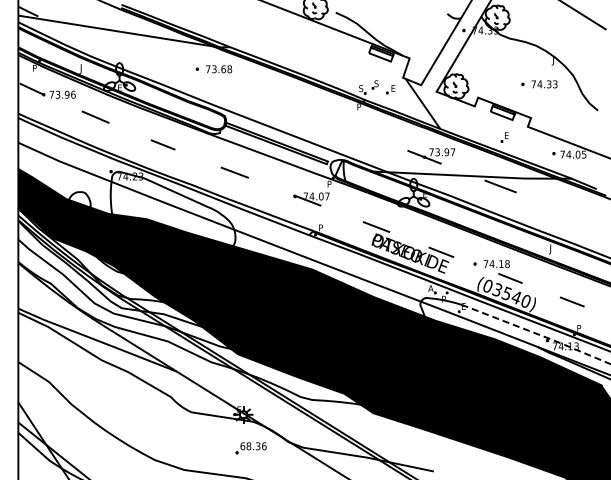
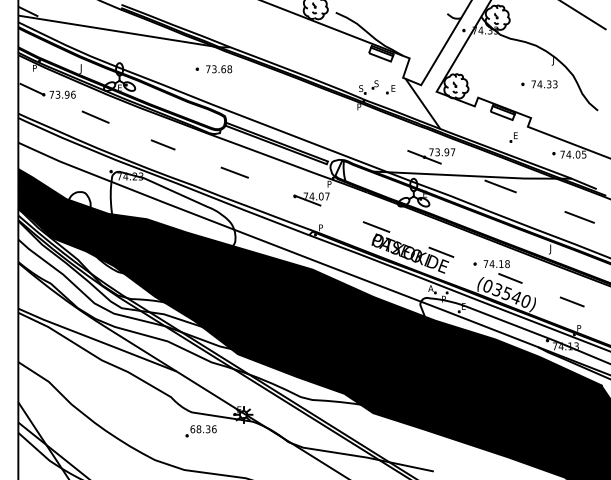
part at (504, 137) position: (504, 137) -> (513, 137)
line at (579, 217): none -> present
line at (538, 334): dashed -> solid
part at (250, 448) position: (250, 448) -> (200, 431)
